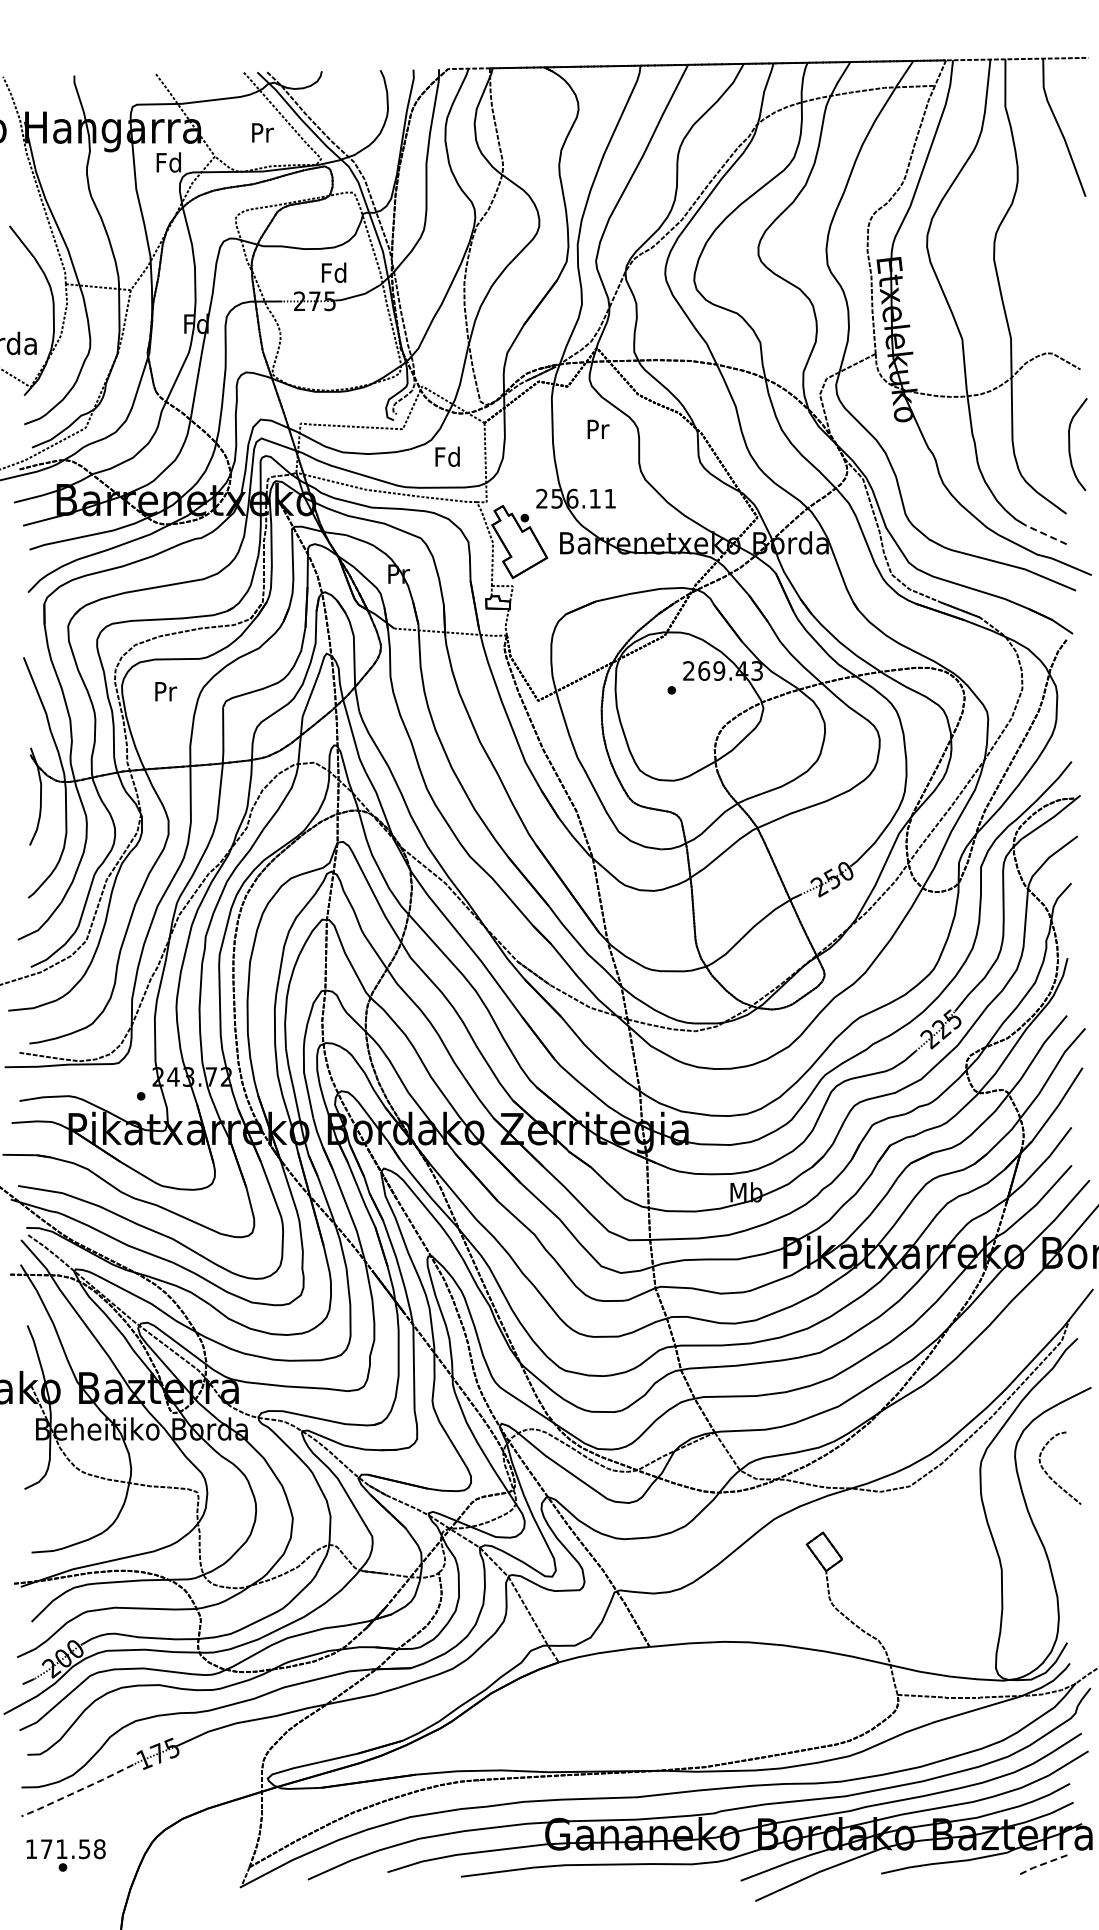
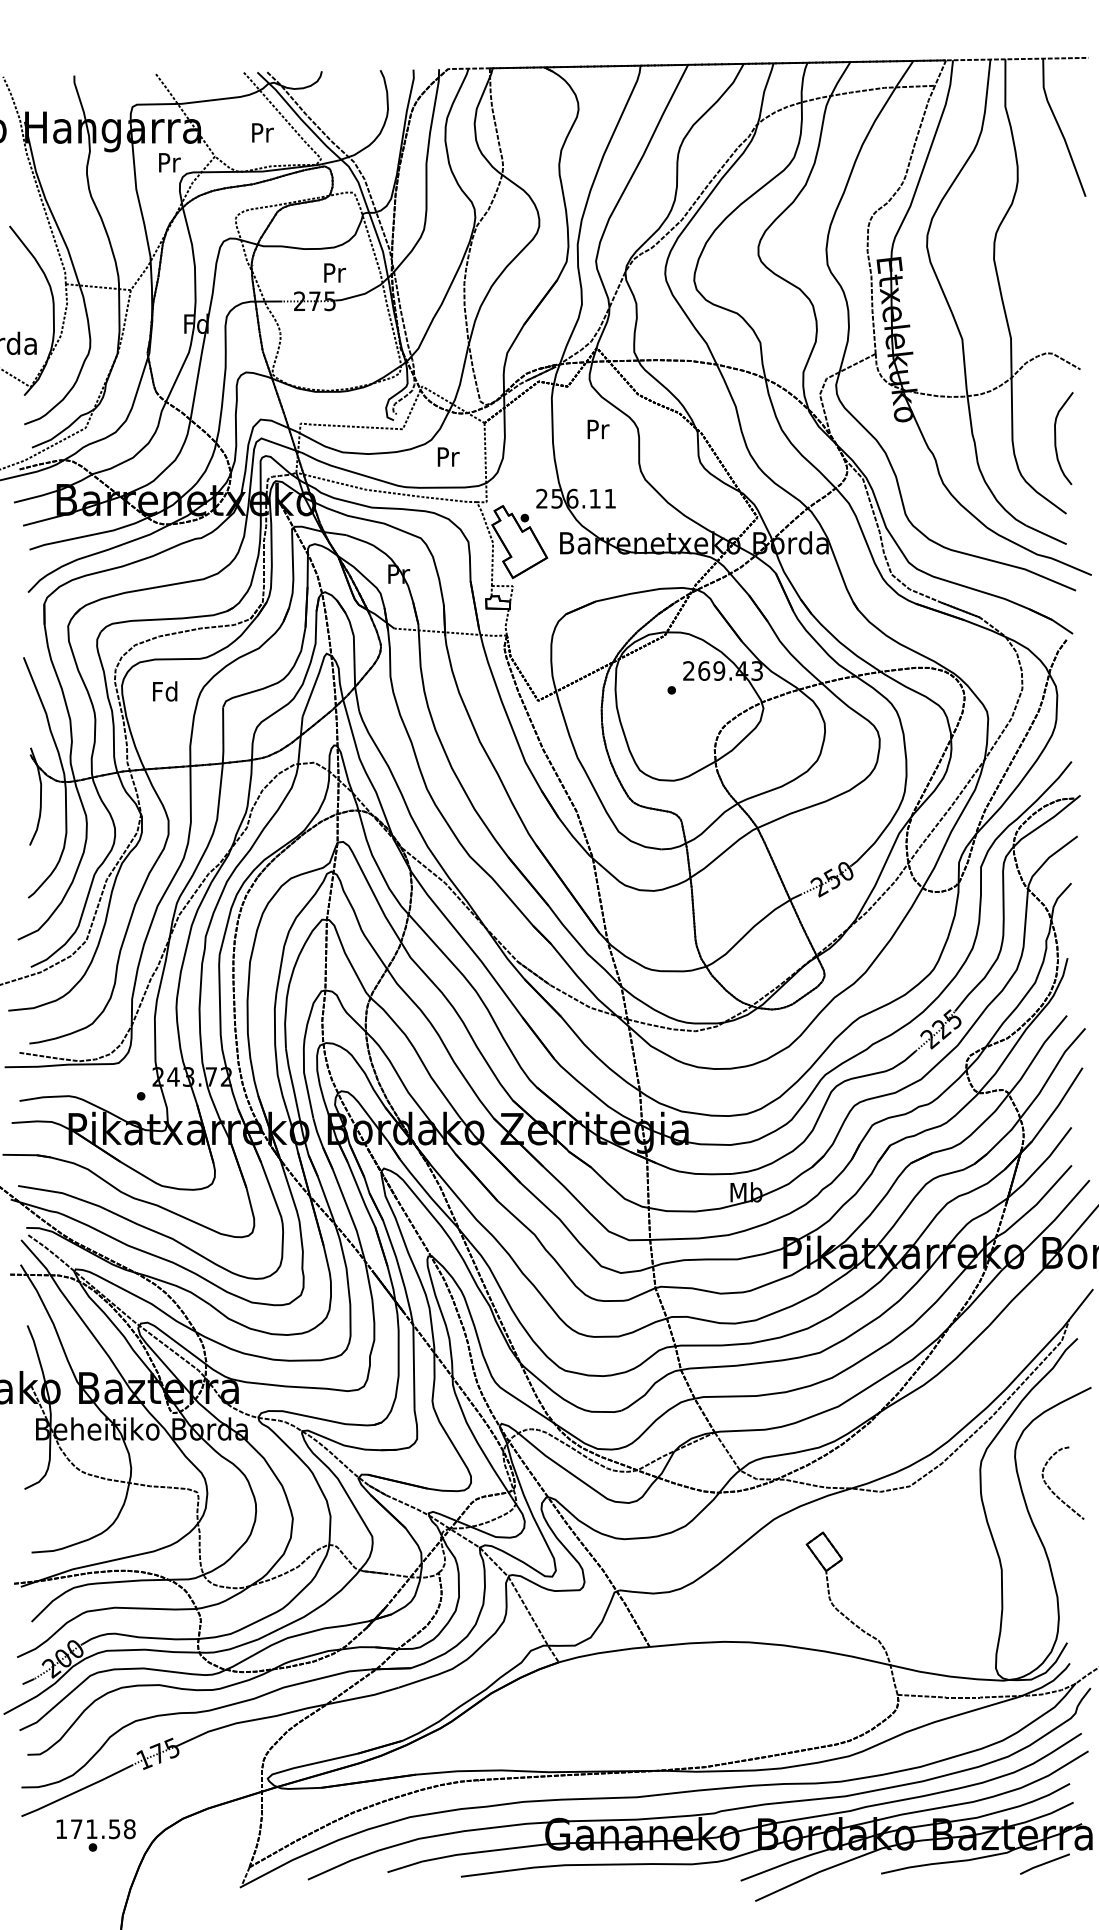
text at (168, 162): Fd -> Pr
text at (334, 272): Fd -> Pr
curve at (1070, 444) position: (1070, 444) -> (1056, 438)
text at (447, 456): Fd -> Pr
line at (1046, 534): dashed -> solid
text at (165, 691): Pr -> Fd
curve at (1050, 1476) position: (1050, 1476) -> (1053, 1491)
line at (77, 1791): dashed -> solid
text at (65, 1855) position: (65, 1855) -> (95, 1835)
line at (1044, 1863): dashed -> solid
